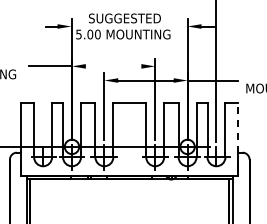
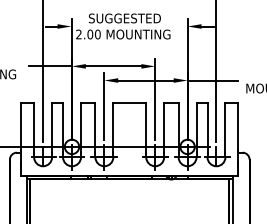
text at (78, 34): 5.00 -> 2.00
line at (113, 66): none -> present
line at (43, 72): none -> present
line at (238, 127): dashed -> solid
